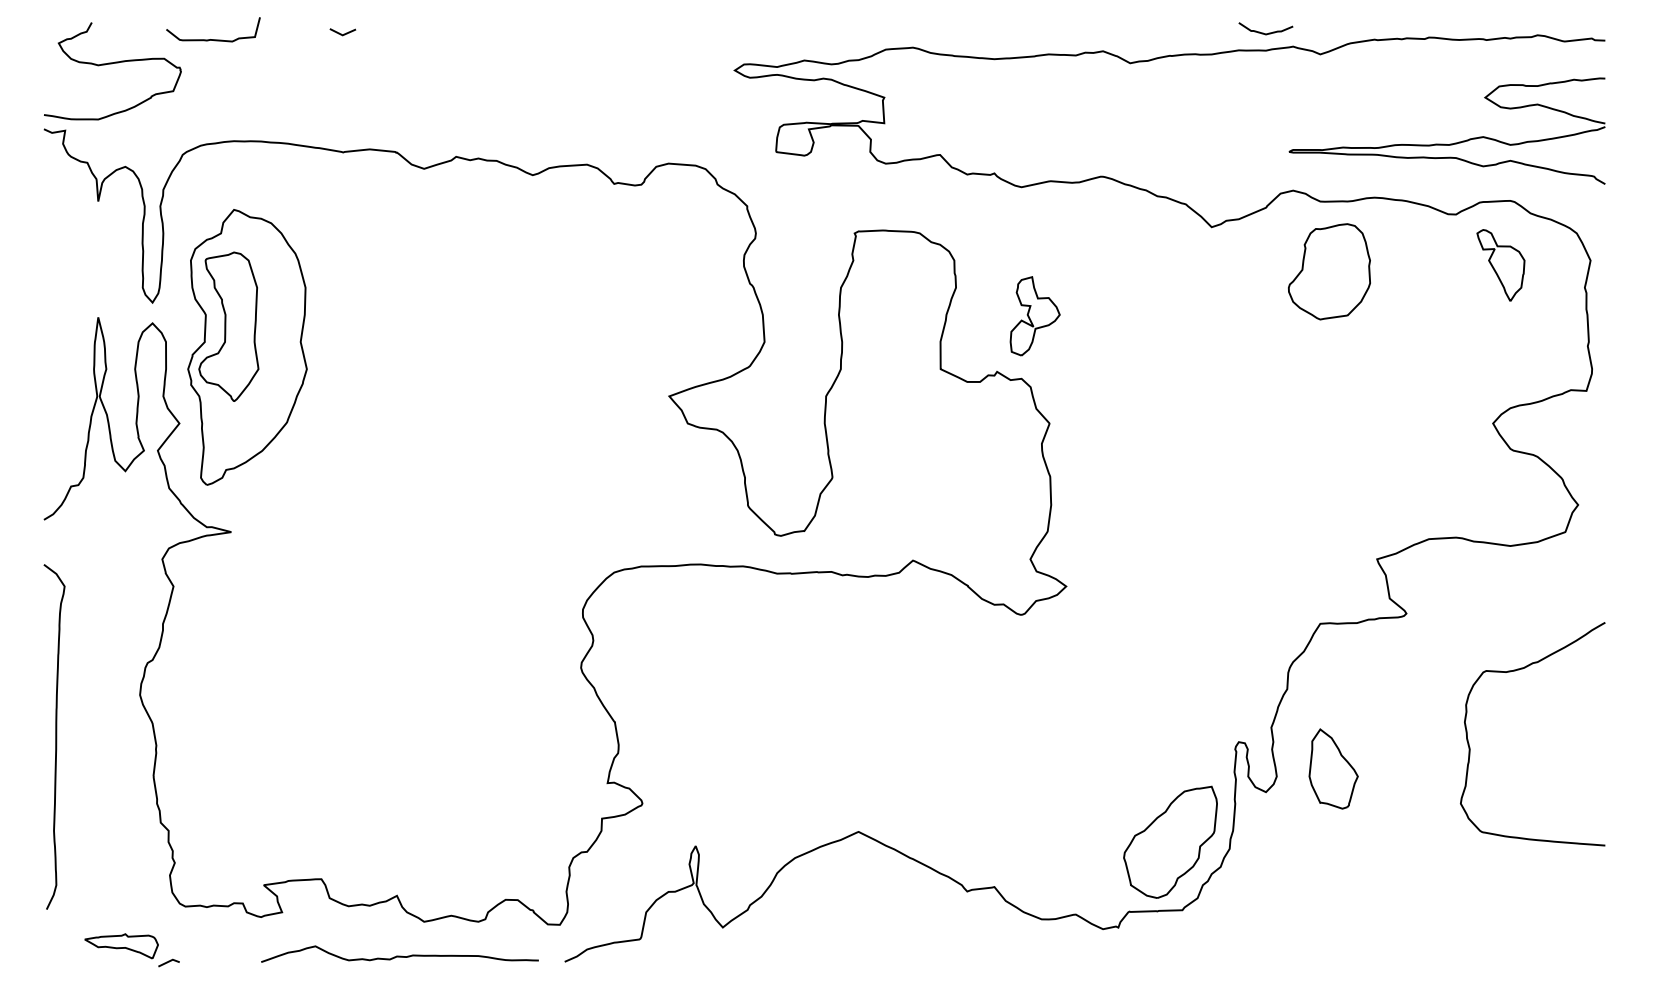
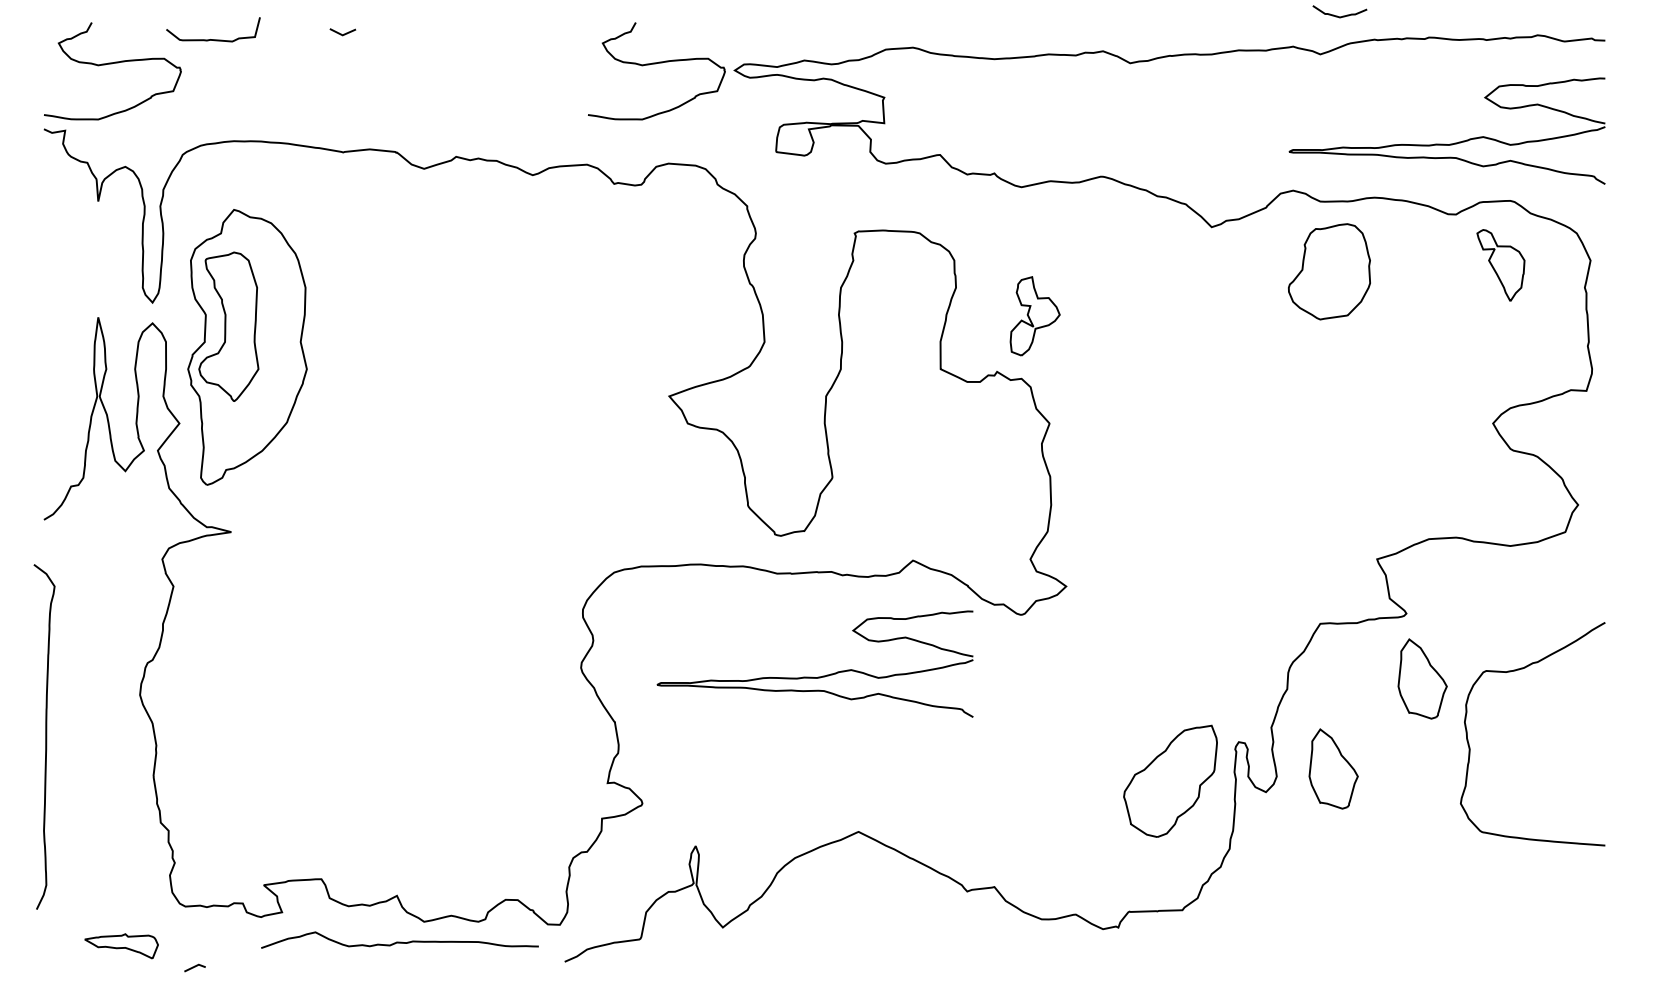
curve at (1263, 32) position: (1263, 32) -> (1337, 15)
curve at (656, 64): none -> present
part at (812, 676): none -> present
part at (1422, 678): none -> present
curve at (55, 736) position: (55, 736) -> (45, 736)
part at (1170, 841) position: (1170, 841) -> (1170, 780)
curve at (399, 955) position: (399, 955) -> (399, 941)
line at (168, 962) position: (168, 962) -> (194, 967)
